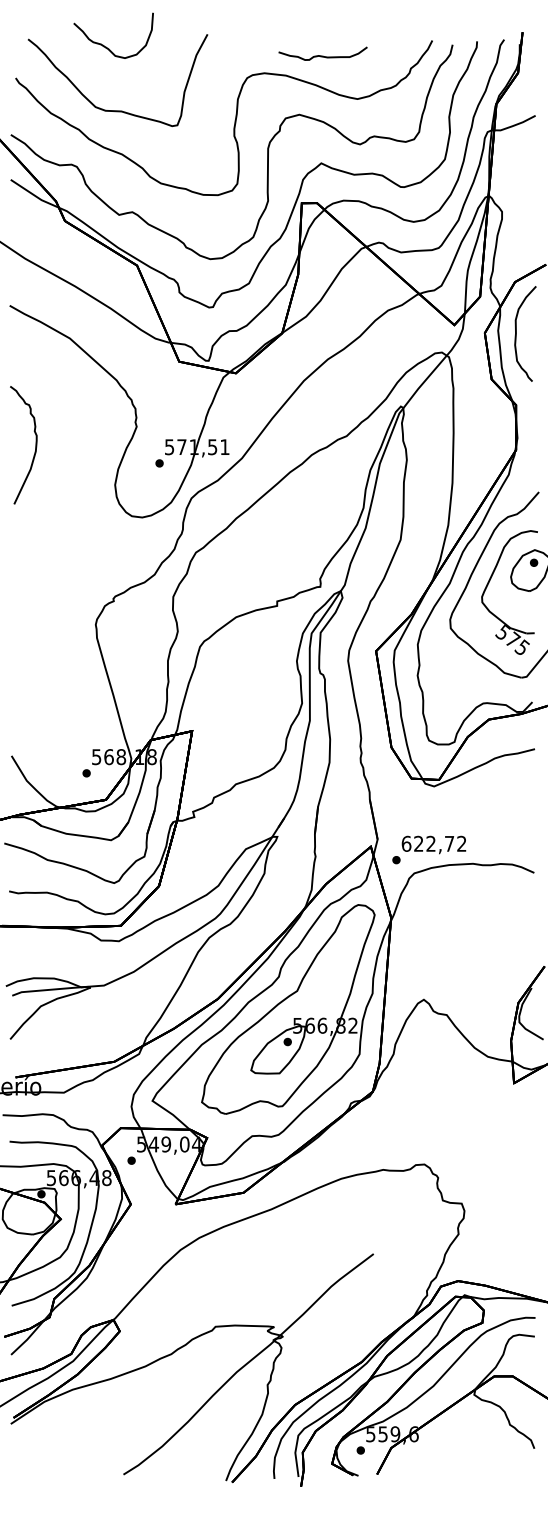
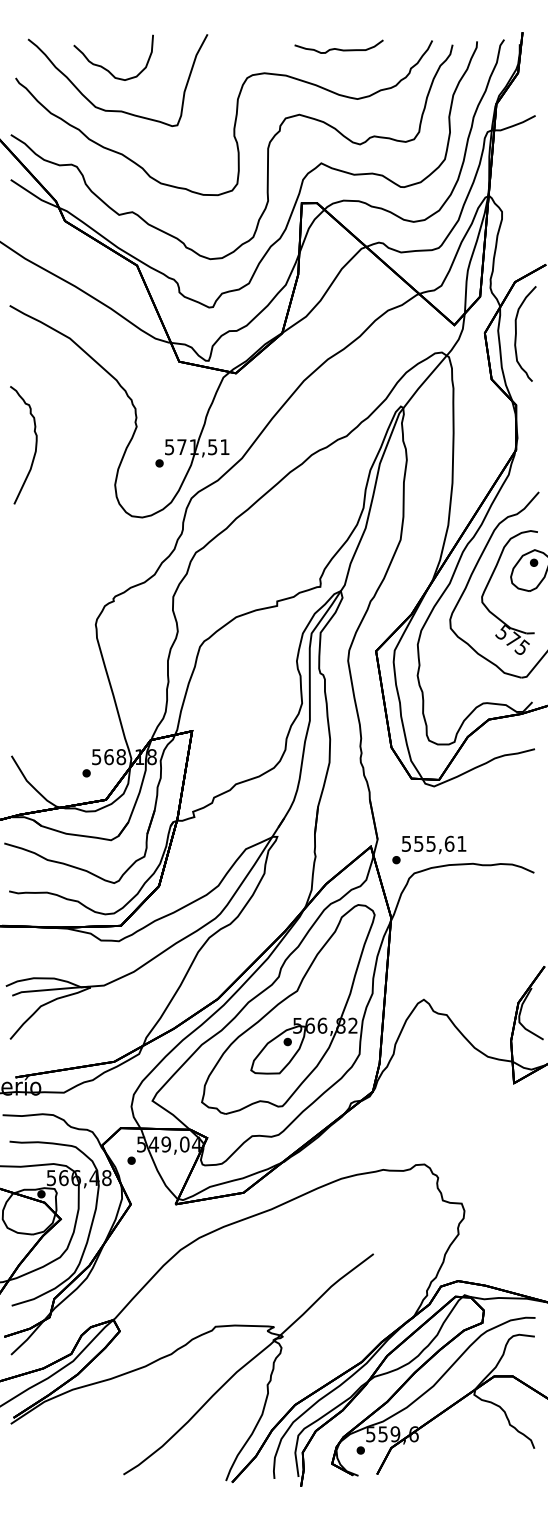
curve at (106, 46) position: (106, 46) -> (106, 68)
curve at (322, 55) position: (322, 55) -> (338, 48)
text at (433, 843): 622,72 -> 555,61
